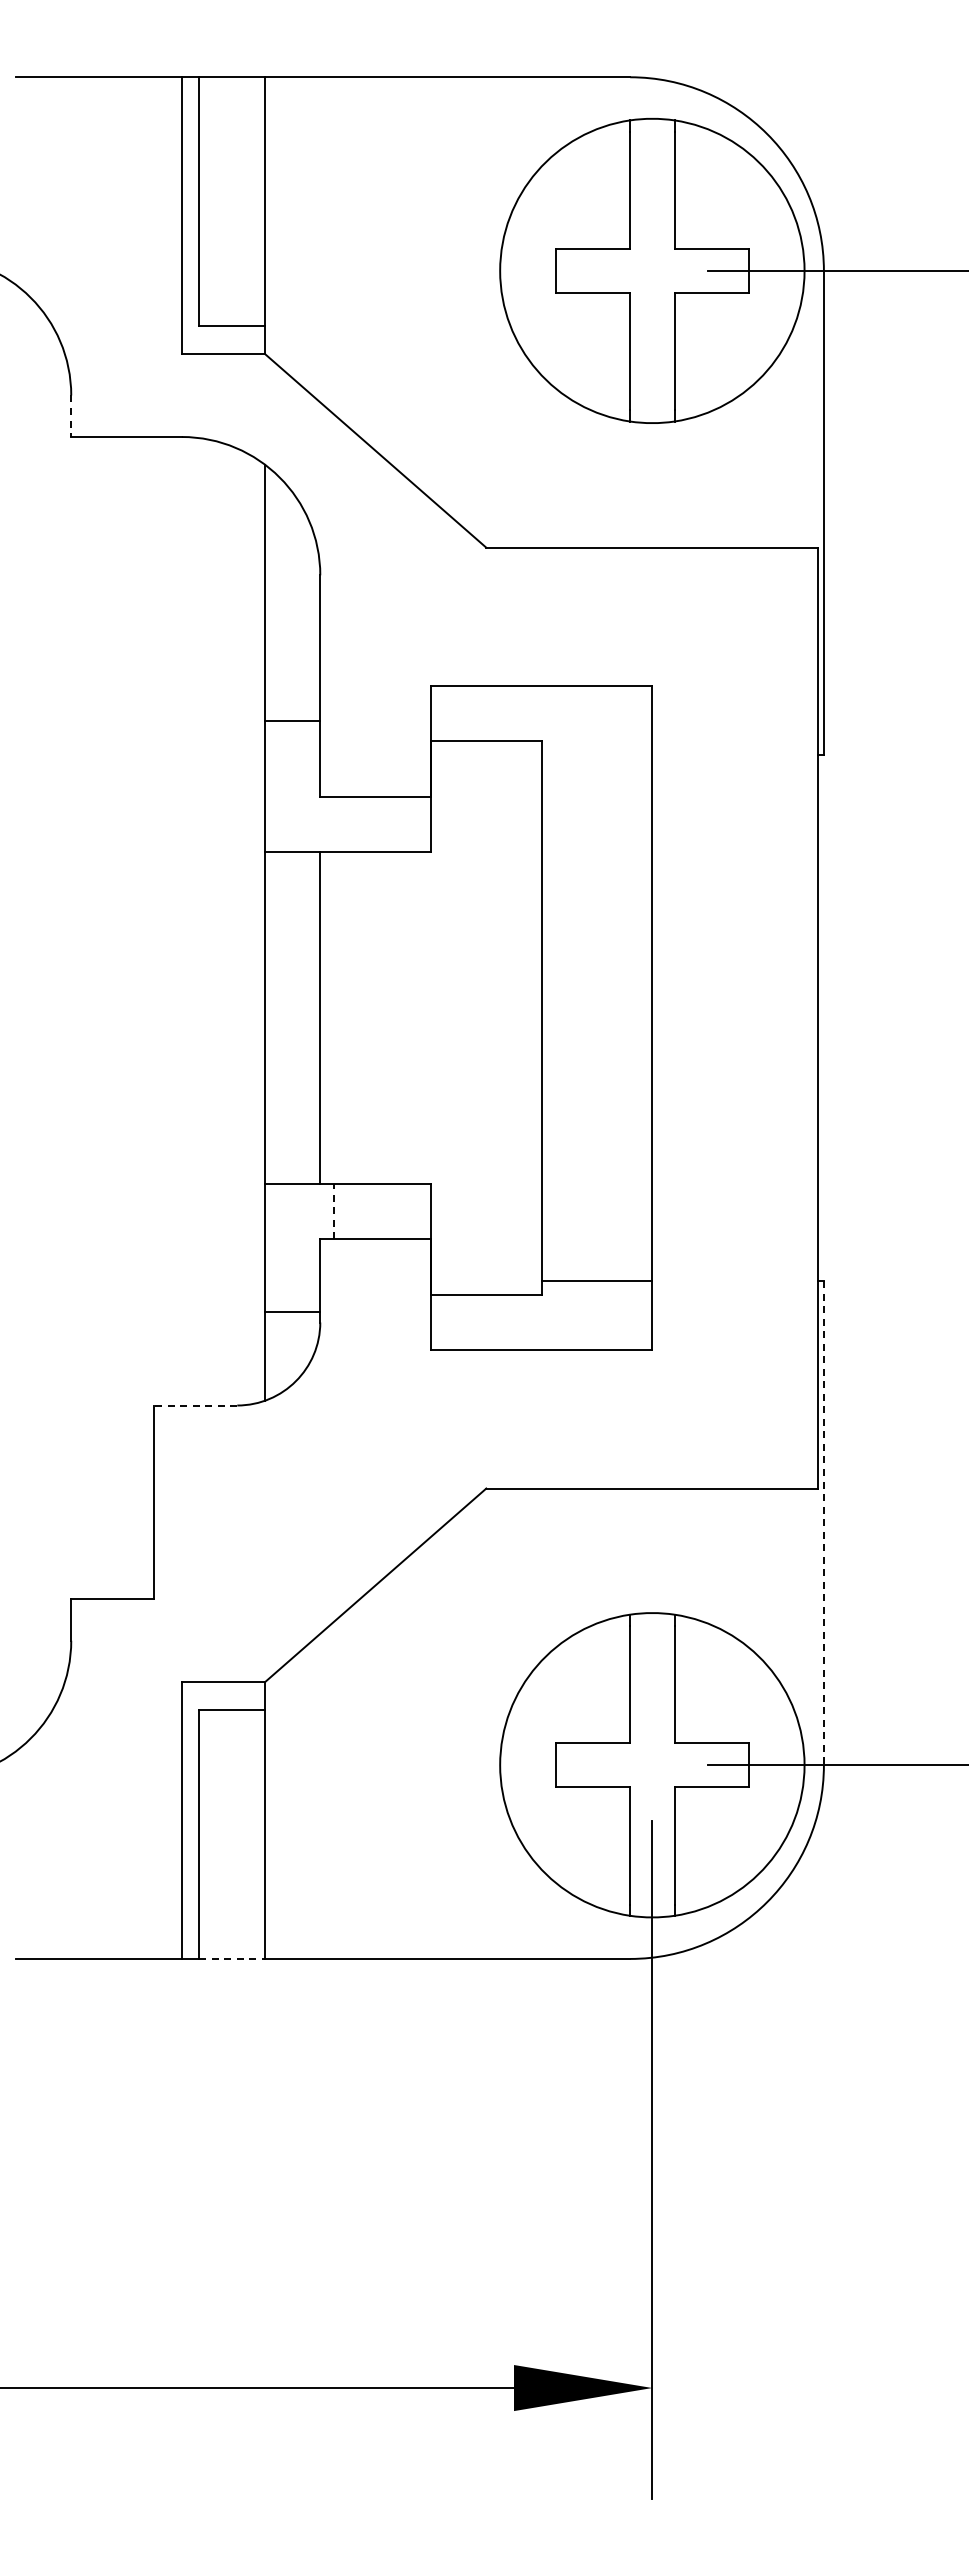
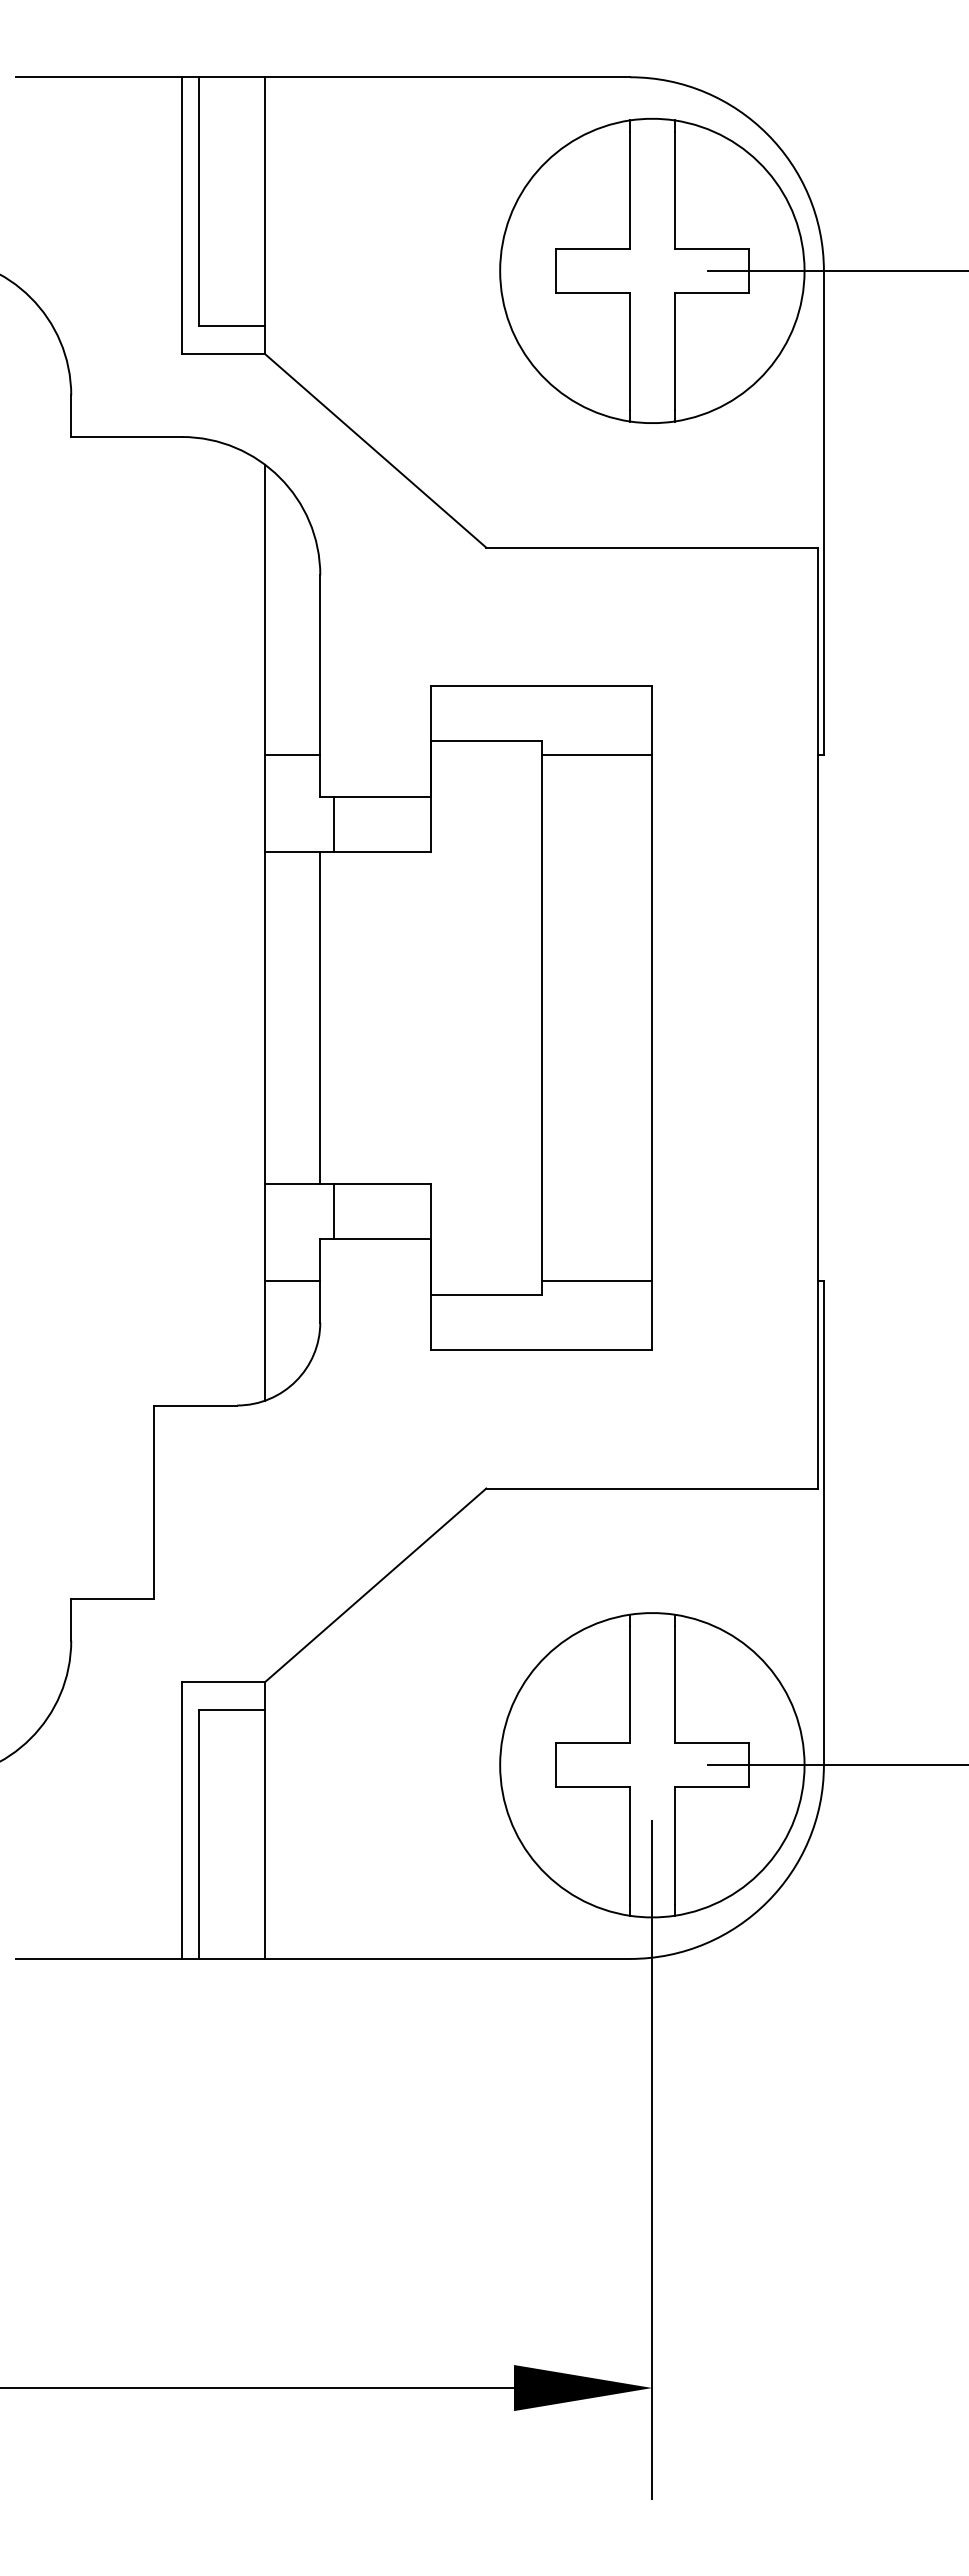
line at (71, 416): dashed -> solid
line at (292, 721) position: (292, 721) -> (292, 755)
line at (596, 755): none -> present
line at (334, 824): none -> present
line at (334, 1211): dashed -> solid
line at (292, 1311) position: (292, 1311) -> (292, 1280)
line at (195, 1405): dashed -> solid
line at (823, 1523): dashed -> solid
line at (232, 1958): dashed -> solid
